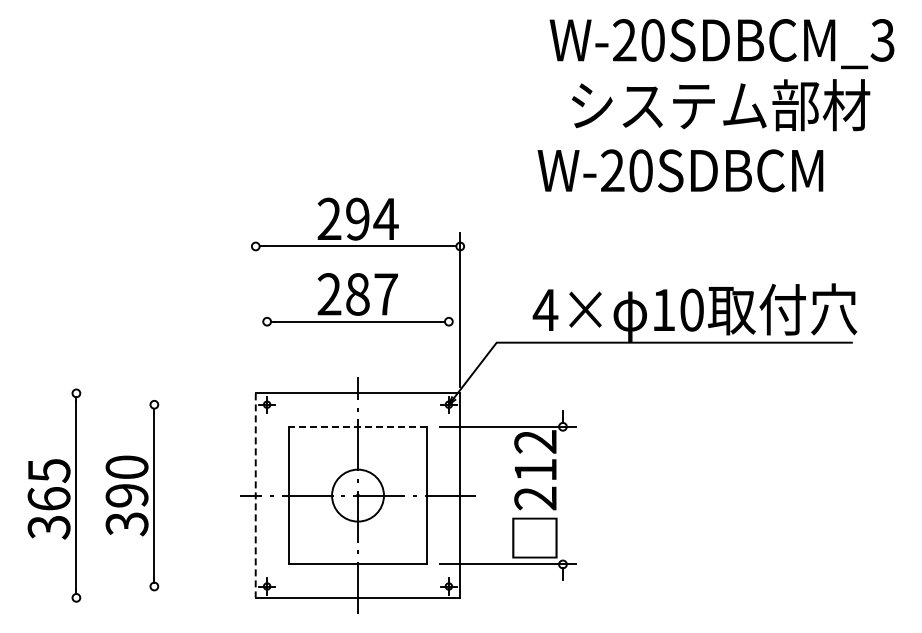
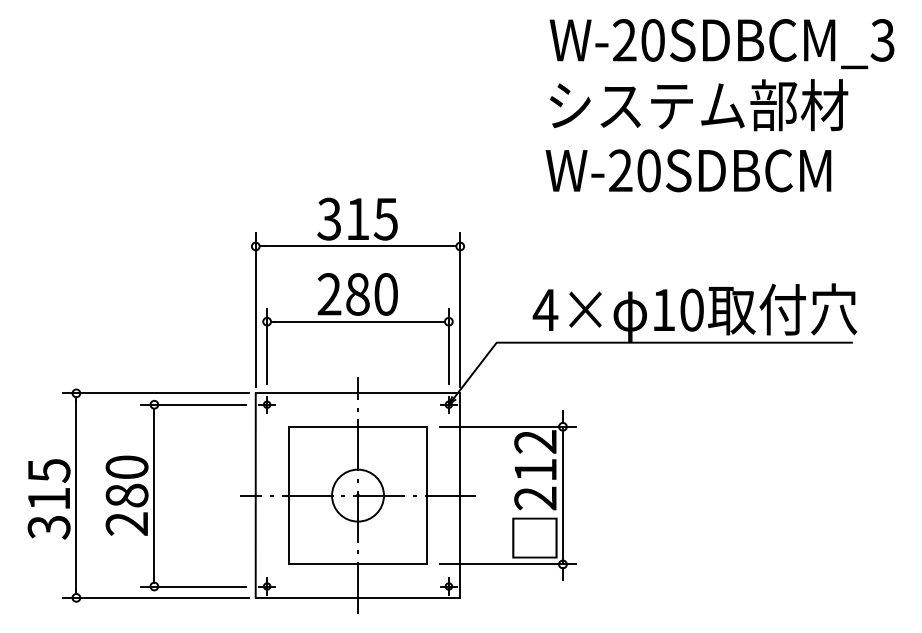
text at (720, 105) position: (720, 105) -> (698, 105)
text at (680, 170) position: (680, 170) -> (688, 170)
text at (357, 218): 294 -> 315
text at (385, 294): 287 -> 280
line at (255, 309): none -> present
line at (267, 345): none -> present
line at (448, 345): none -> present
line at (156, 393): none -> present
line at (193, 404): none -> present
line at (358, 426): dashed -> solid
line at (562, 495): none -> present
line at (255, 496): dashed -> solid
text at (48, 498): 365 -> 315
text at (126, 509): 390 -> 280
line at (193, 586): none -> present
line at (156, 597): none -> present
